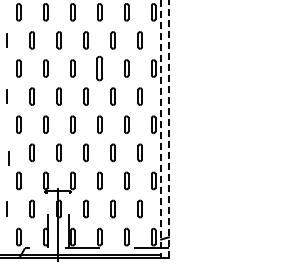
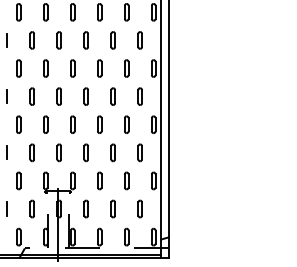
part at (99, 68) size: 8x27 px -> 6x19 px
line at (161, 129): dashed -> solid
line at (168, 129): dashed -> solid
line at (8, 158) position: (8, 158) -> (6, 152)
